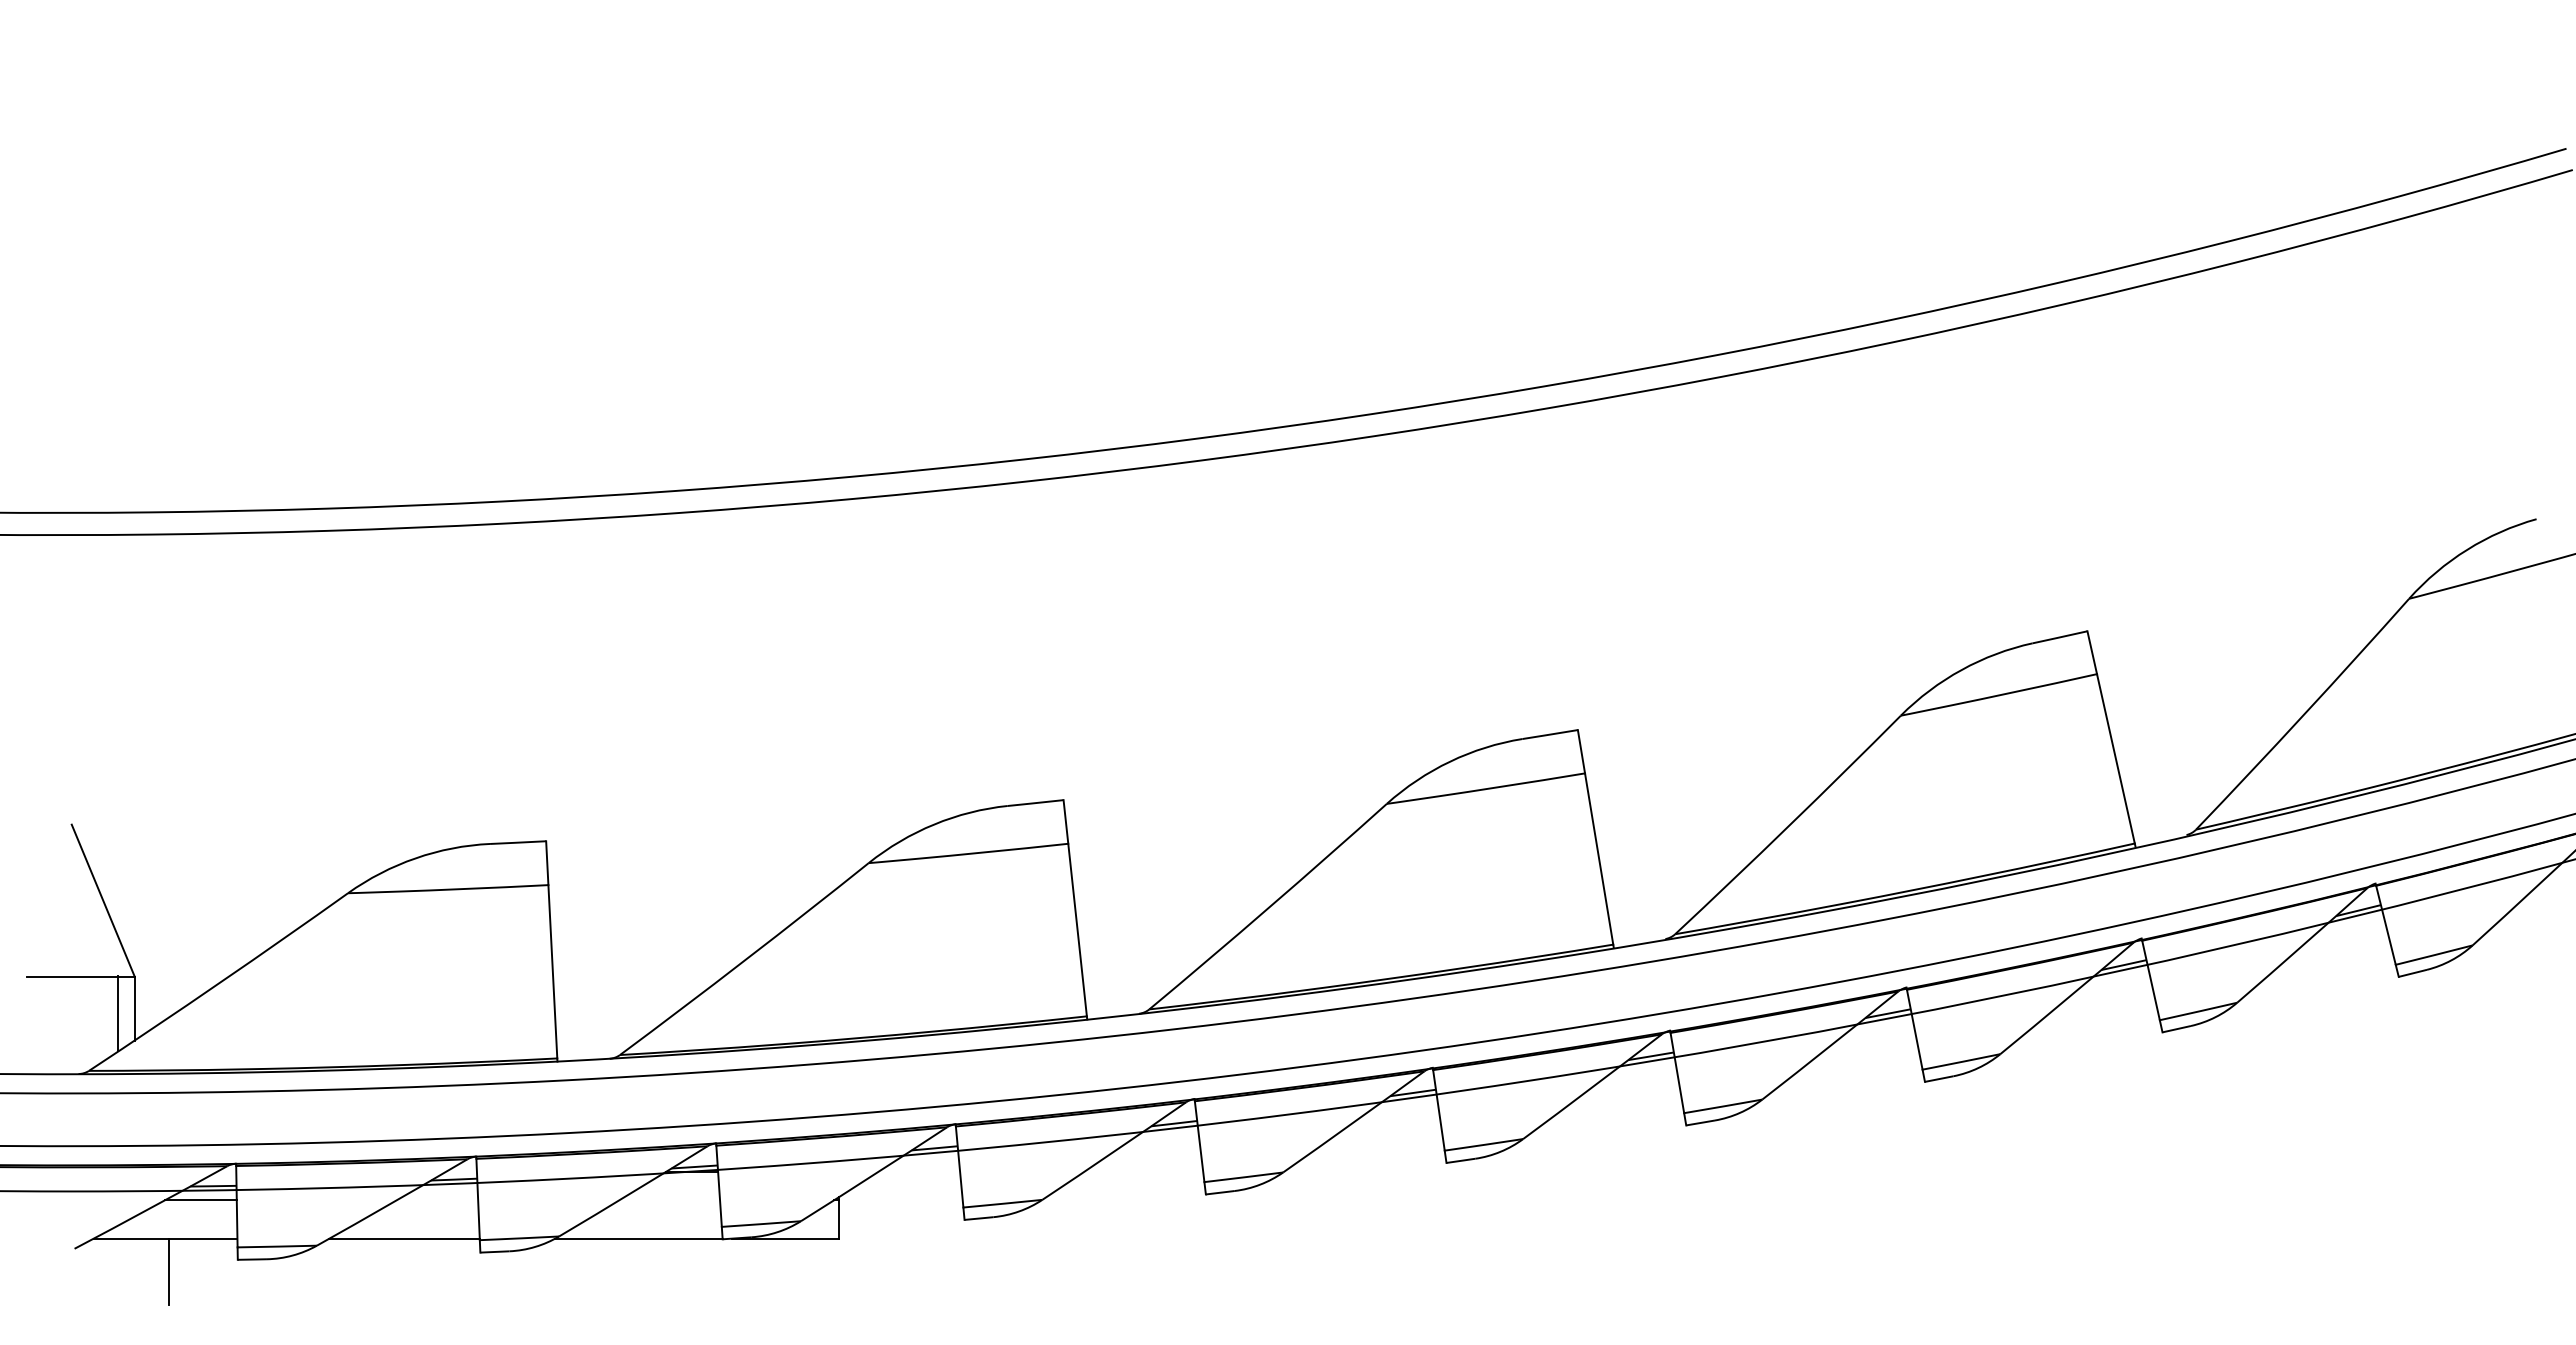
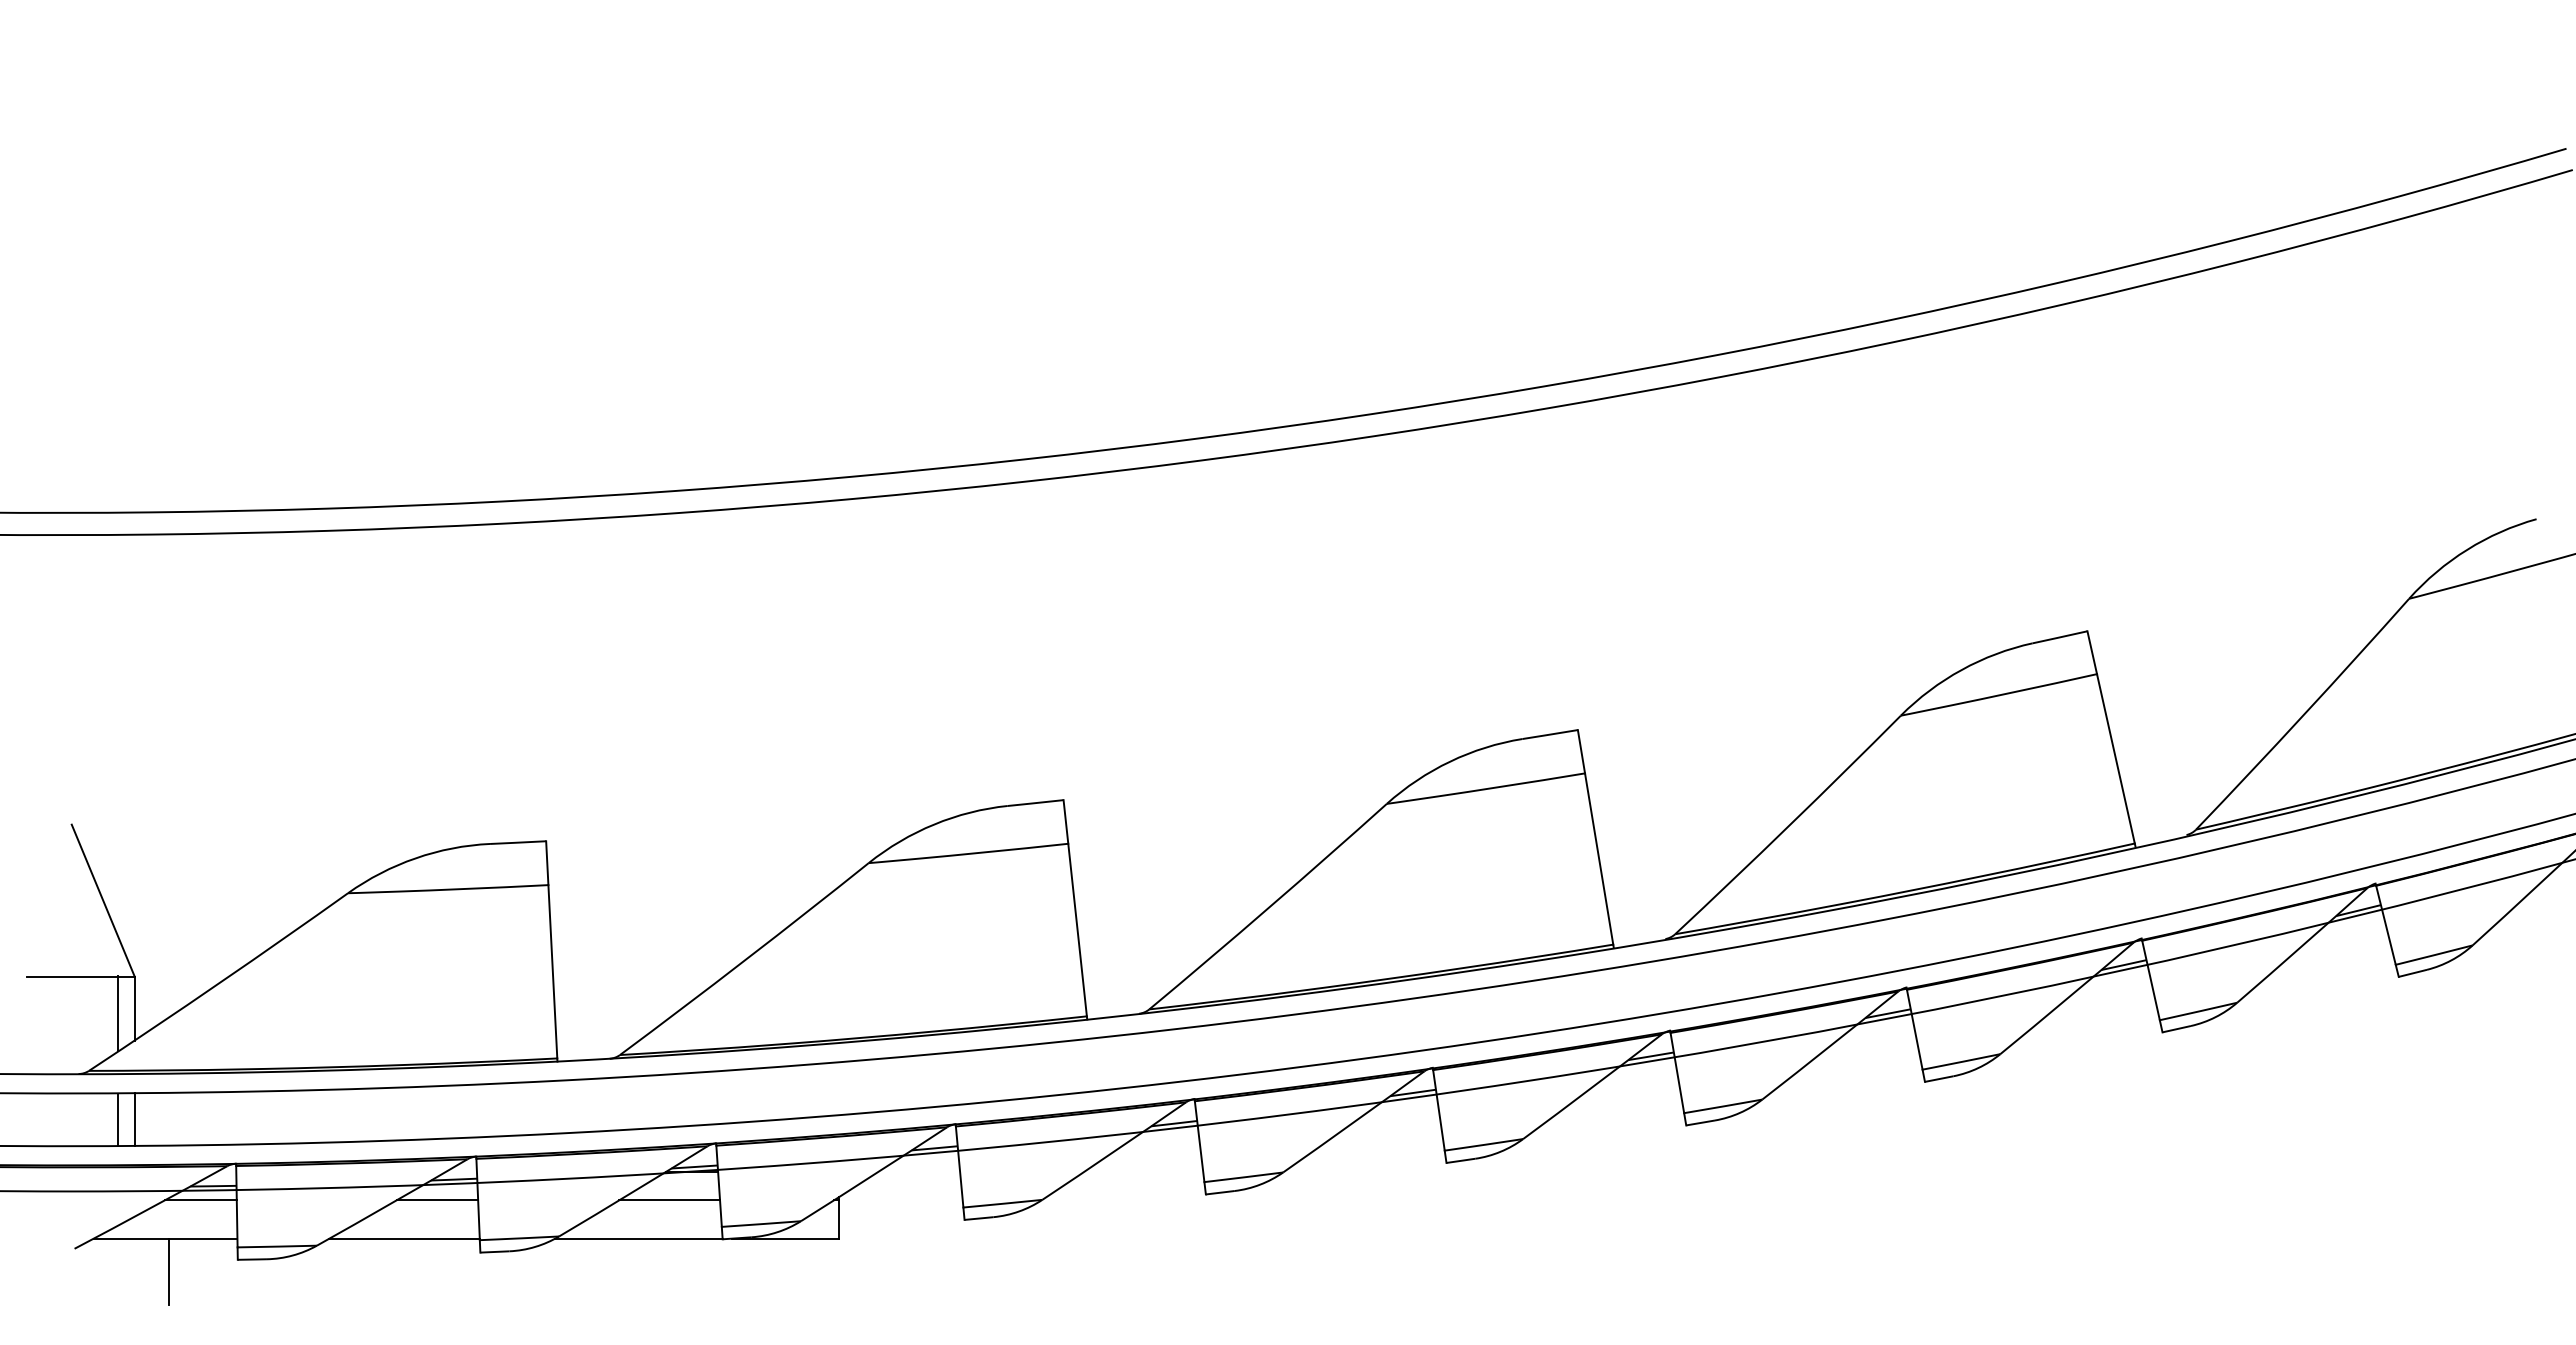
line at (118, 1119): none -> present
line at (134, 1119): none -> present
line at (437, 1200): none -> present
line at (669, 1200): none -> present
